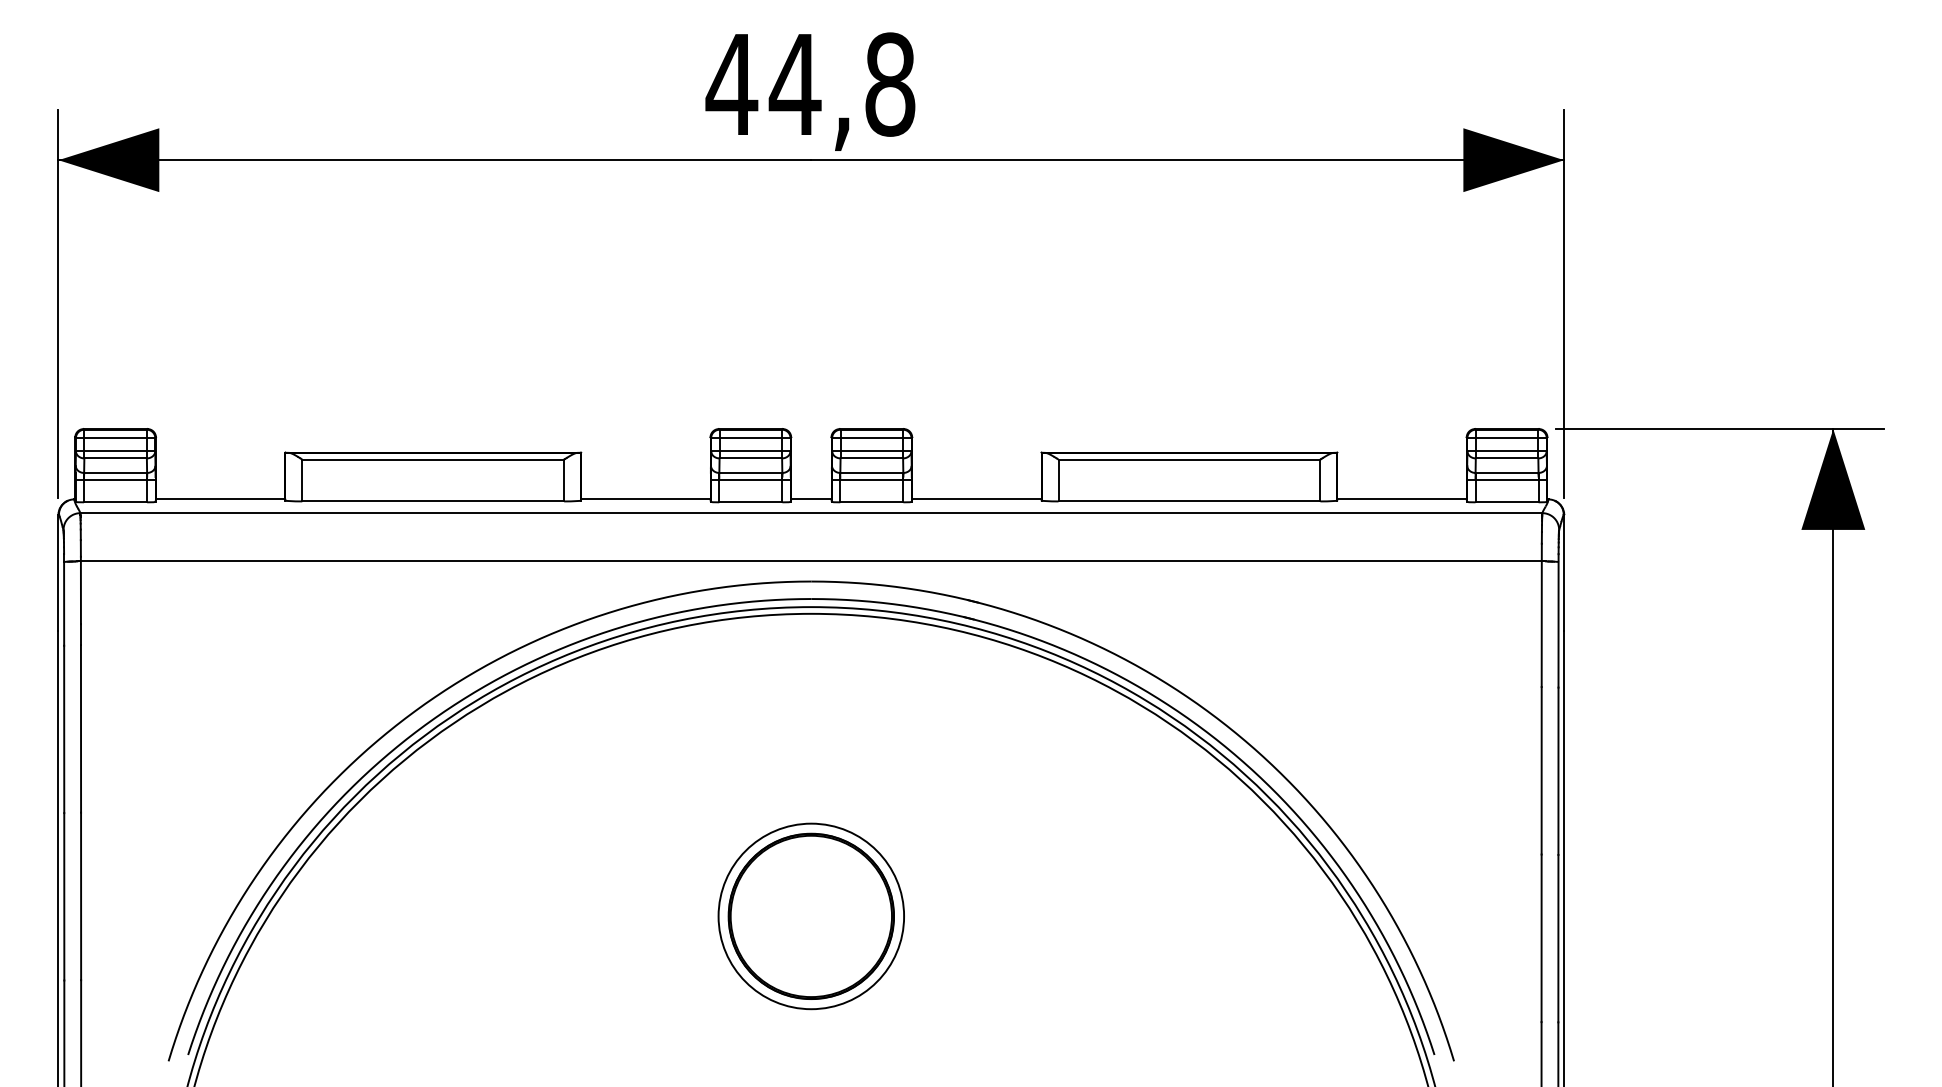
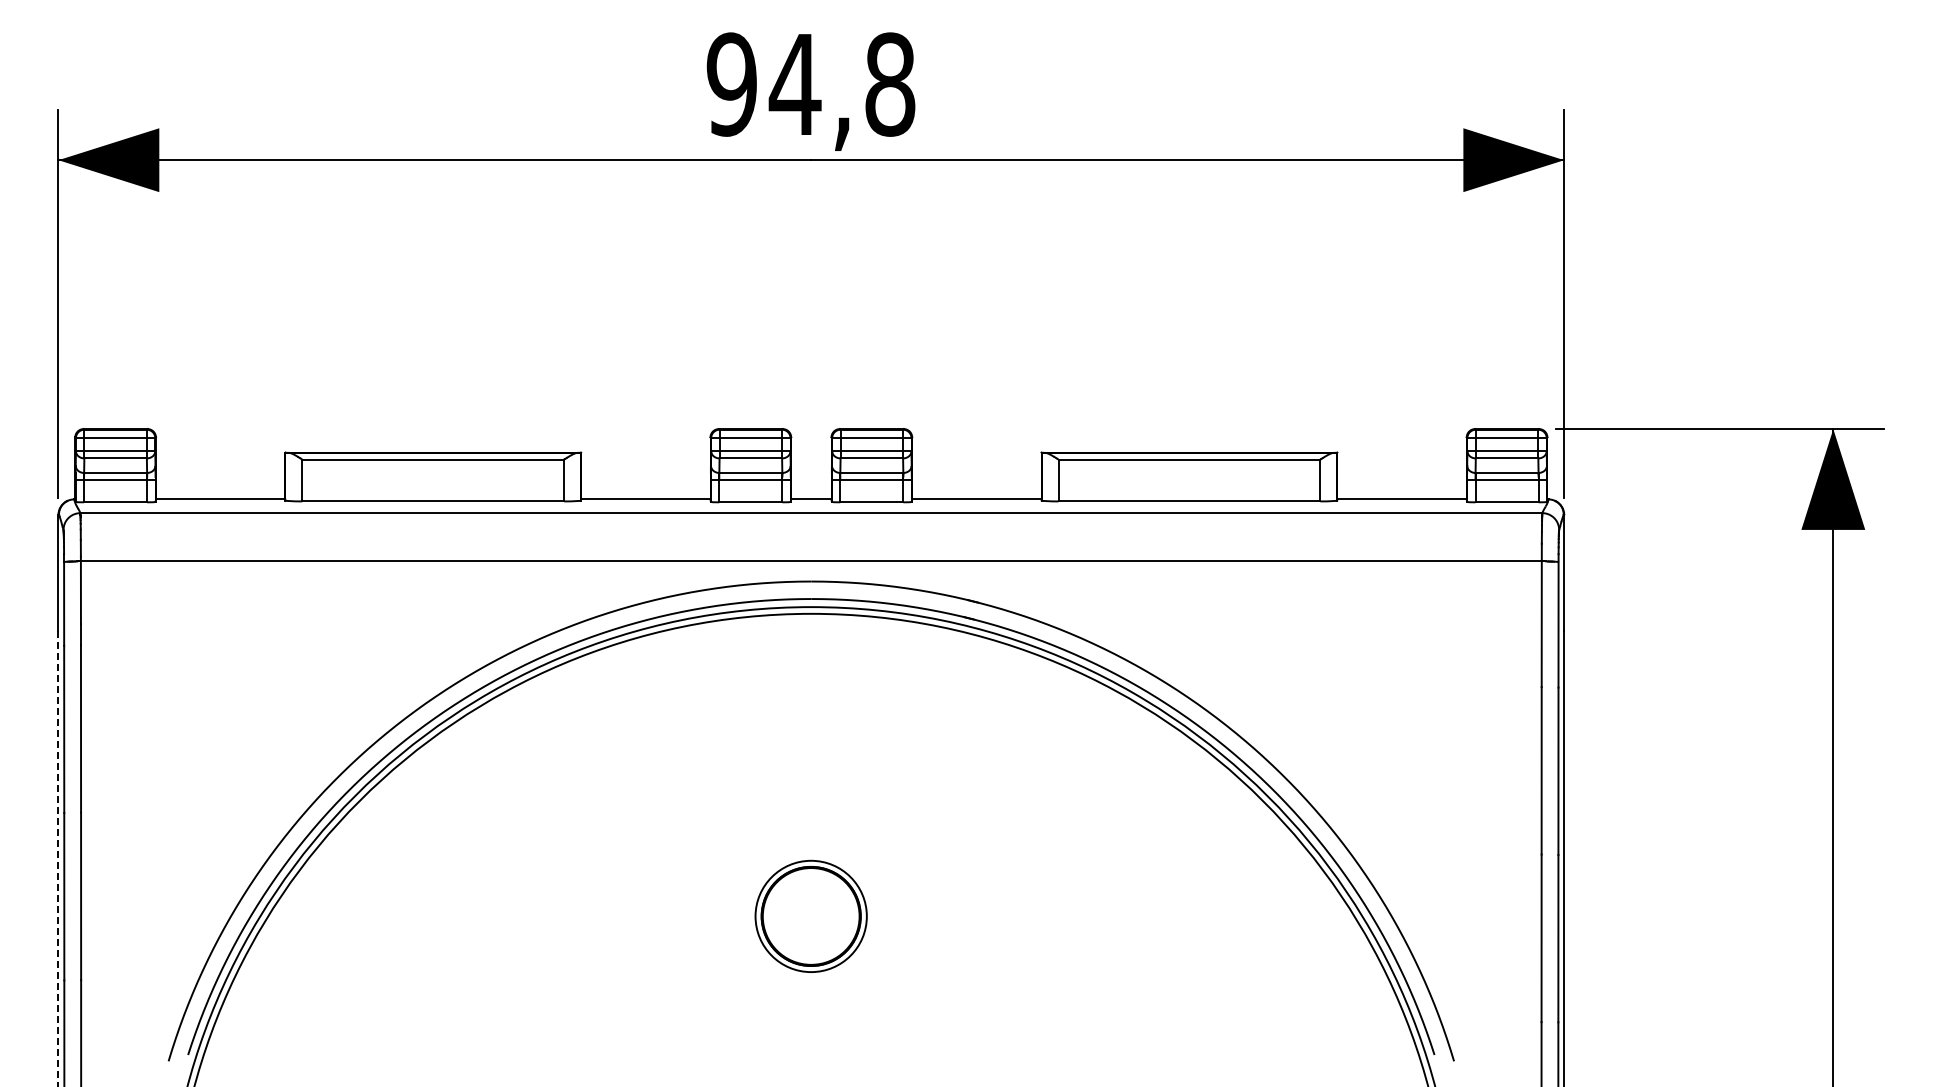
text at (731, 84): 44,8 -> 94,8
line at (58, 858): solid -> dashed
part at (810, 916) size: 188x189 px -> 114x114 px
